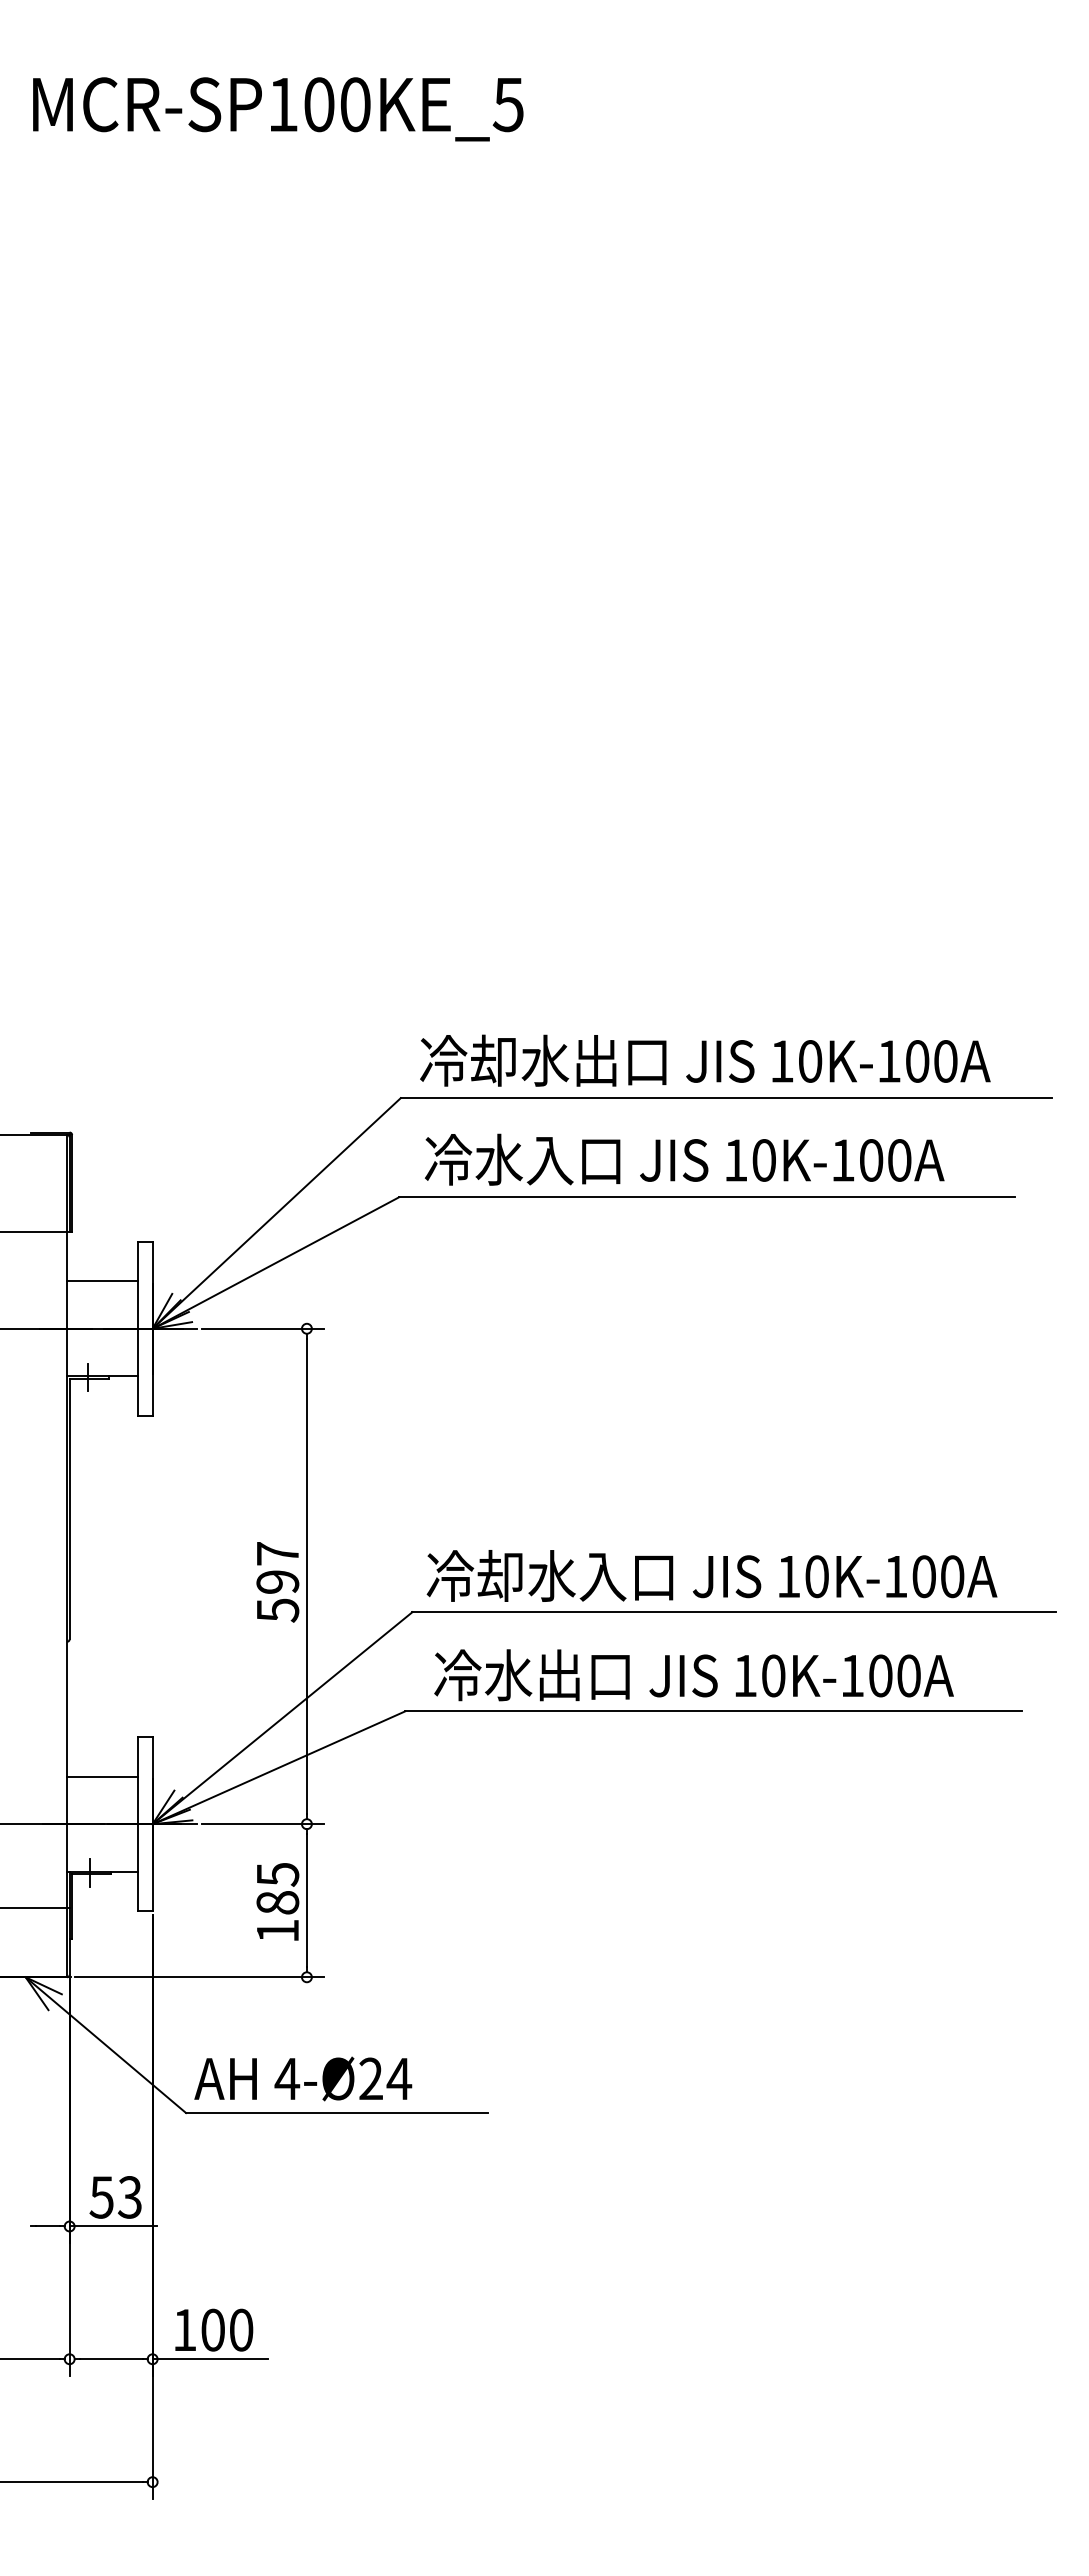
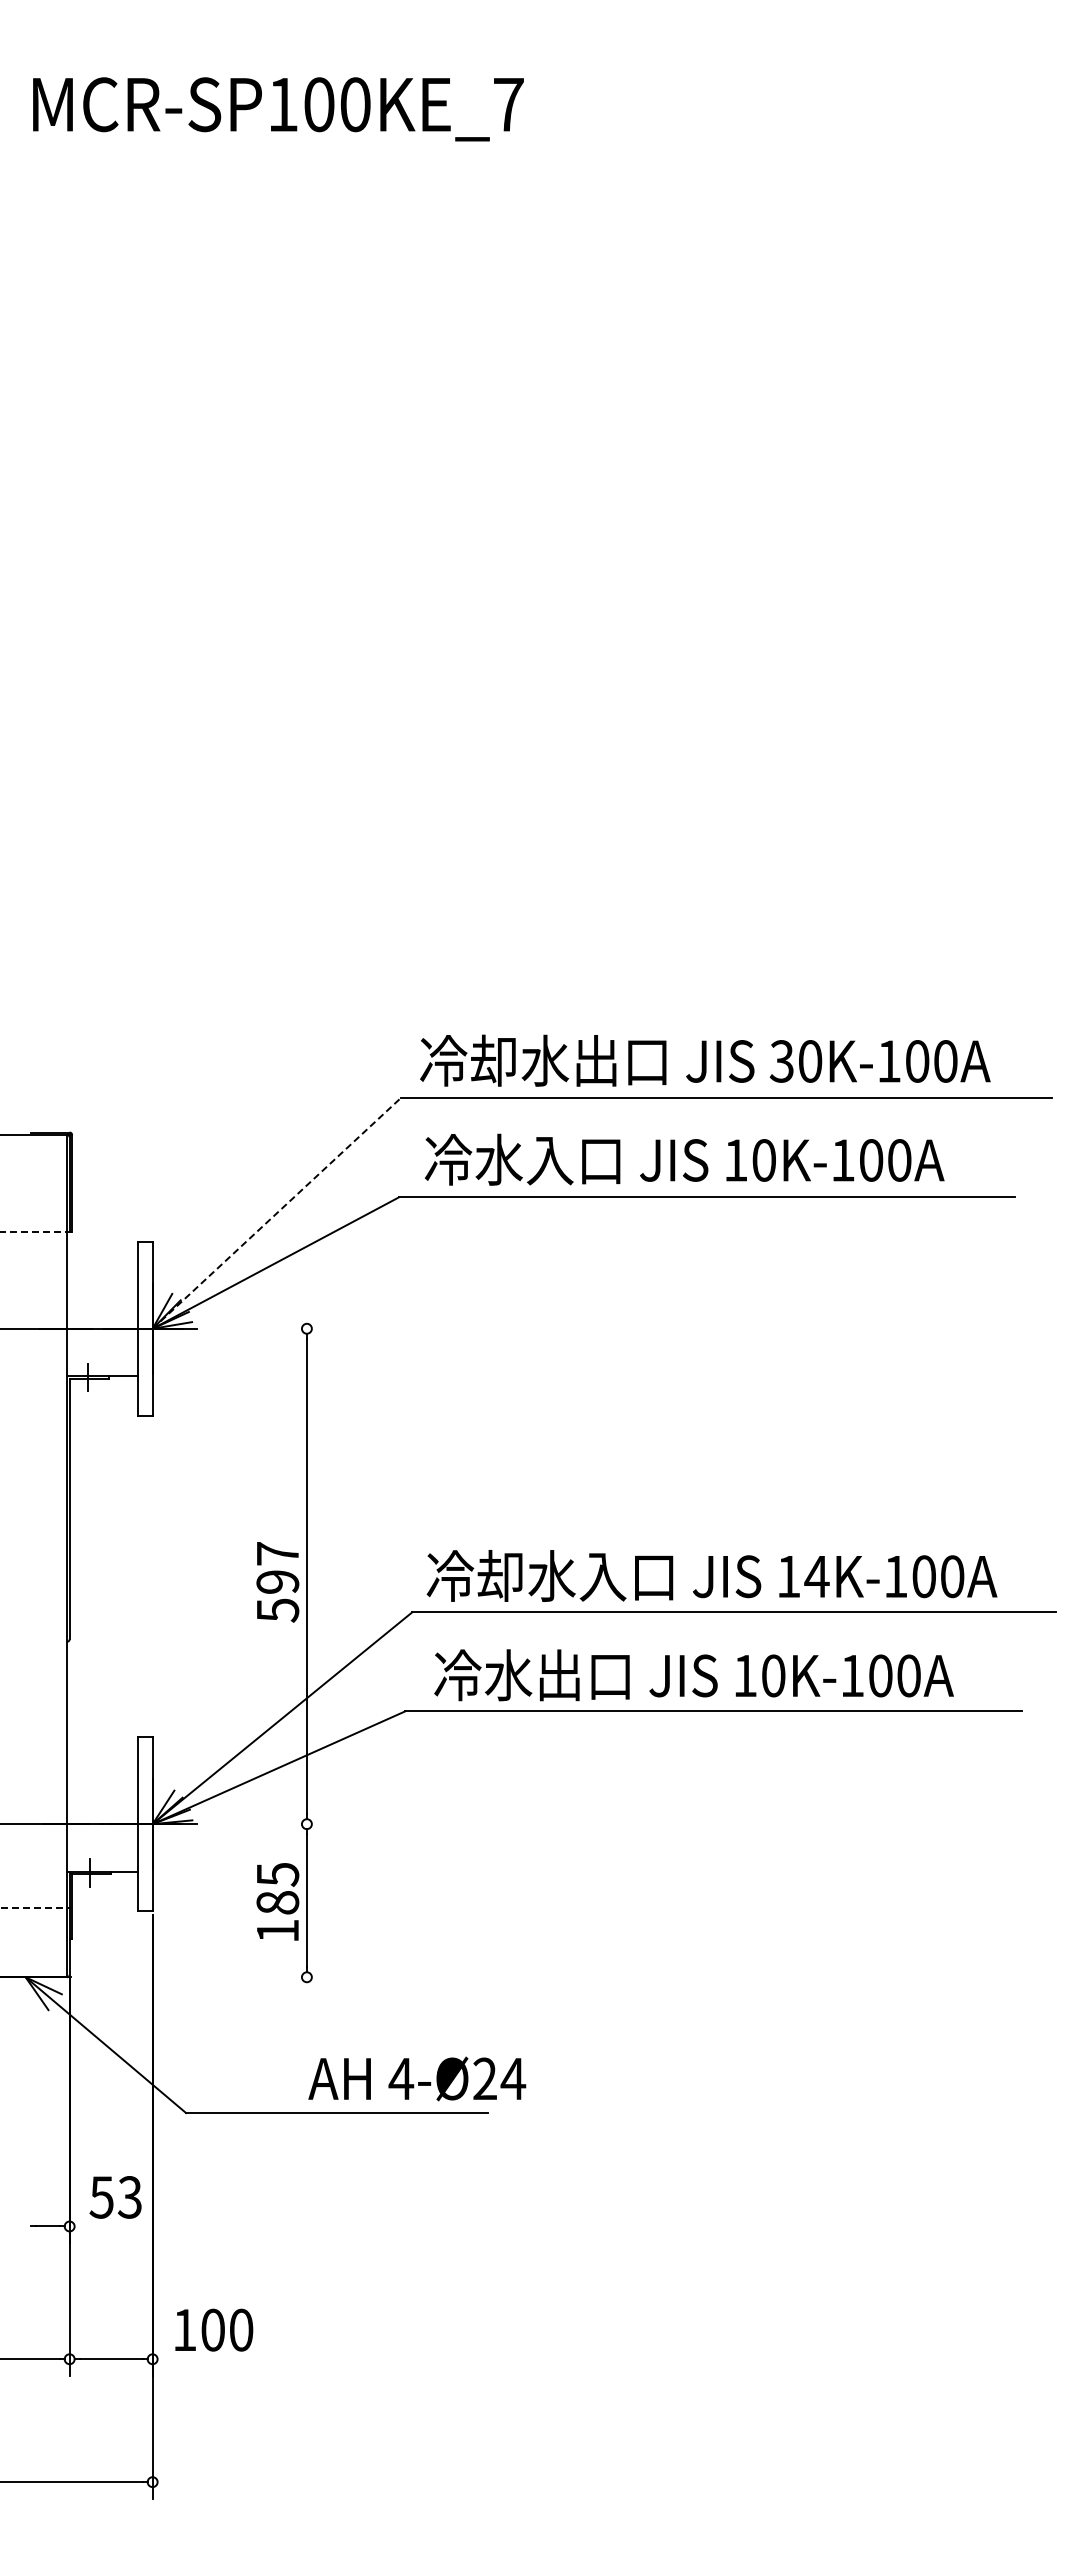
text at (507, 105): MCR-SP100KE_5 -> MCR-SP100KE_7
text at (781, 1061): 10K-100A -> 30K-100A
line at (277, 1213): solid -> dashed
line at (36, 1232): solid -> dashed
line at (102, 1281): present -> none
line at (262, 1328): present -> none
text at (816, 1576): 10K-100A -> 14K-100A
line at (102, 1776): present -> none
line at (262, 1824): present -> none
line at (35, 1908): solid -> dashed
line at (198, 1977): present -> none
text at (303, 2078) position: (303, 2078) -> (417, 2078)
line at (112, 2226): present -> none
line at (210, 2359): present -> none
